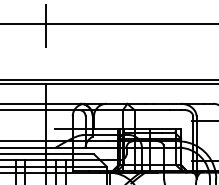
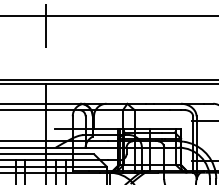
line at (108, 24) position: (108, 24) -> (108, 16)
